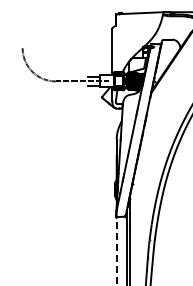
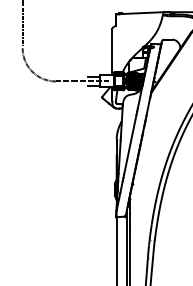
line at (22, 23): none -> present
line at (116, 250): dashed -> solid
